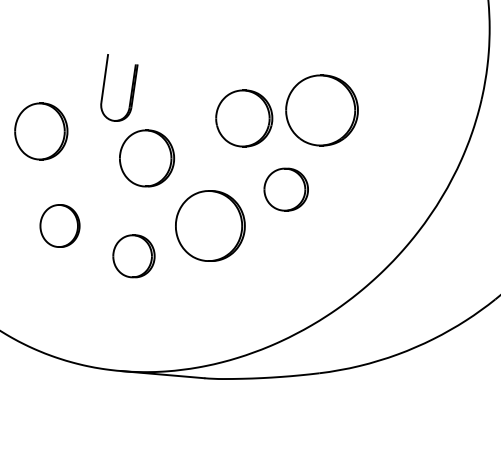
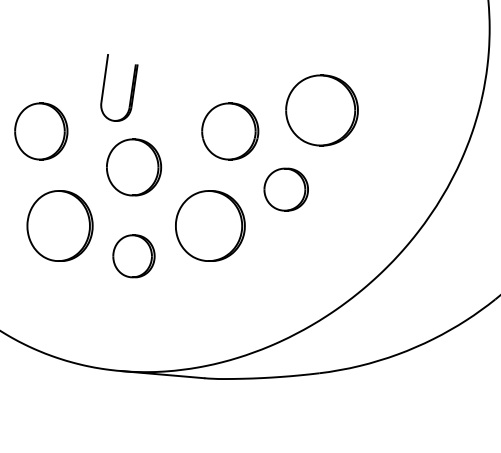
part at (244, 118) position: (244, 118) -> (230, 131)
part at (147, 158) position: (147, 158) -> (134, 167)
part at (59, 225) size: 42x44 px -> 68x72 px
